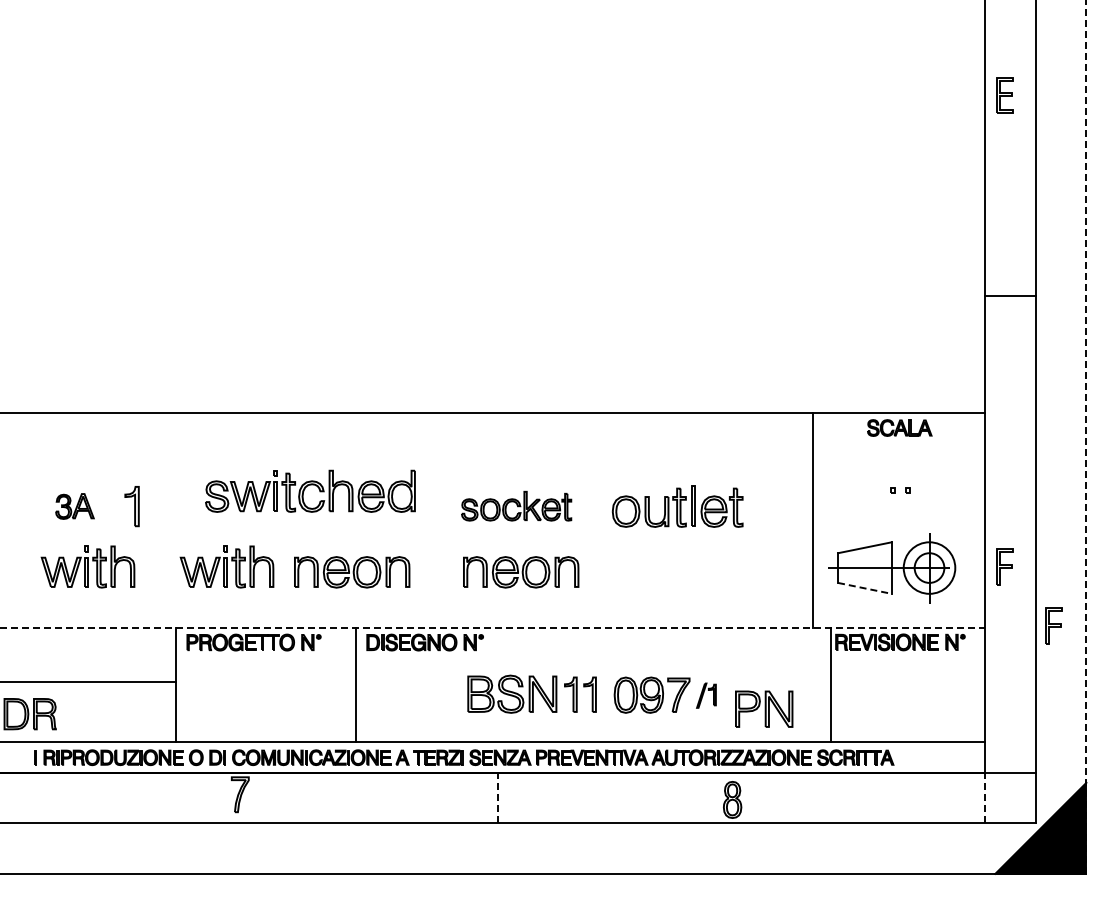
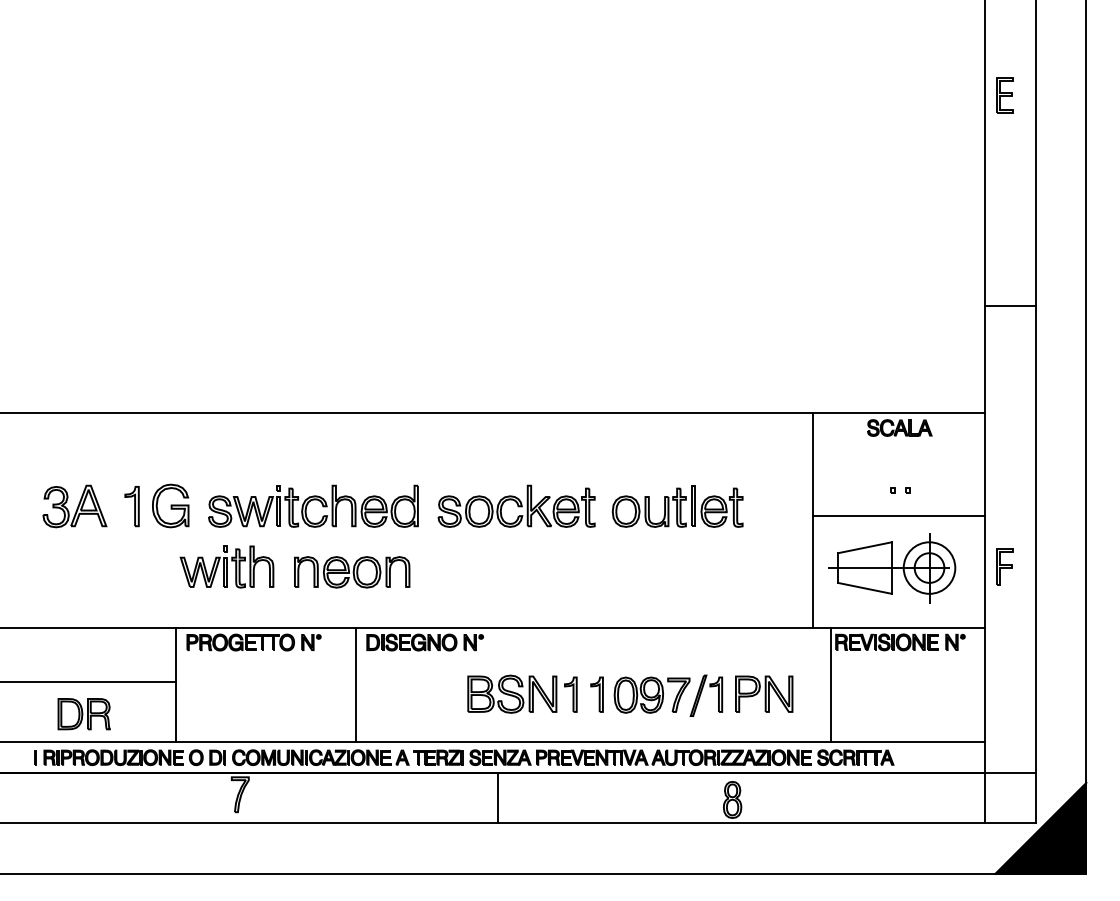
line at (1010, 295) position: (1010, 295) -> (1010, 305)
line at (1086, 436): dashed -> solid
part at (310, 490) position: (310, 490) -> (313, 505)
part at (170, 505): none -> present
part at (516, 505) size: 112x32 px -> 159x44 px
part at (74, 506) size: 40x27 px -> 66x45 px
line at (899, 515): none -> present
part at (87, 566): present -> none
part at (521, 572): present -> none
line at (865, 588): dashed -> solid
part at (1053, 625): present -> none
line at (493, 627): dashed -> solid
part at (589, 694) position: (589, 694) -> (596, 694)
part at (706, 695) size: 21x27 px -> 35x43 px
part at (764, 708) position: (764, 708) -> (764, 693)
part at (29, 714) position: (29, 714) -> (83, 714)
line at (498, 797): dashed -> solid
line at (985, 797): dashed -> solid
